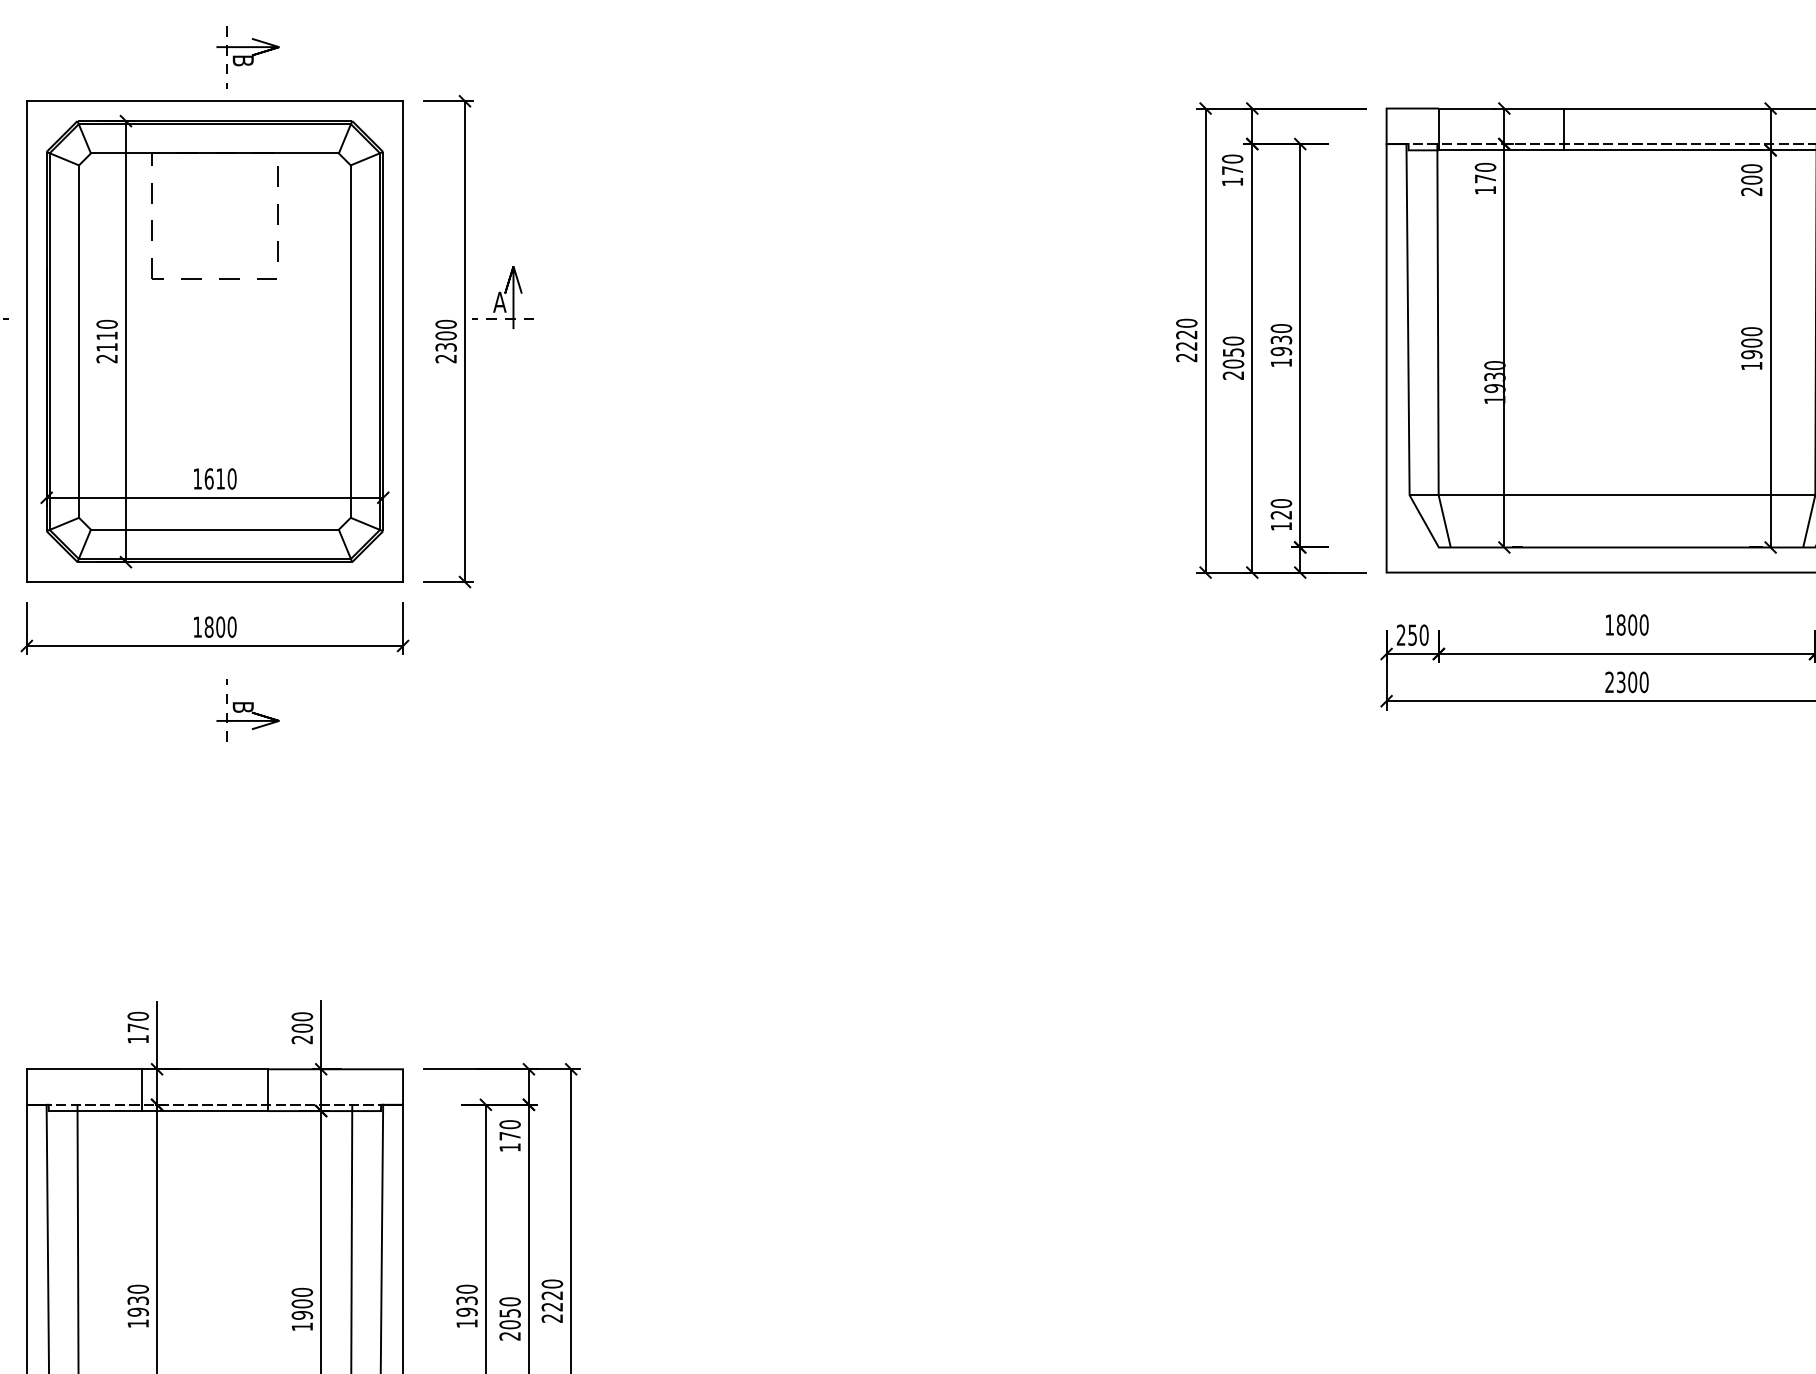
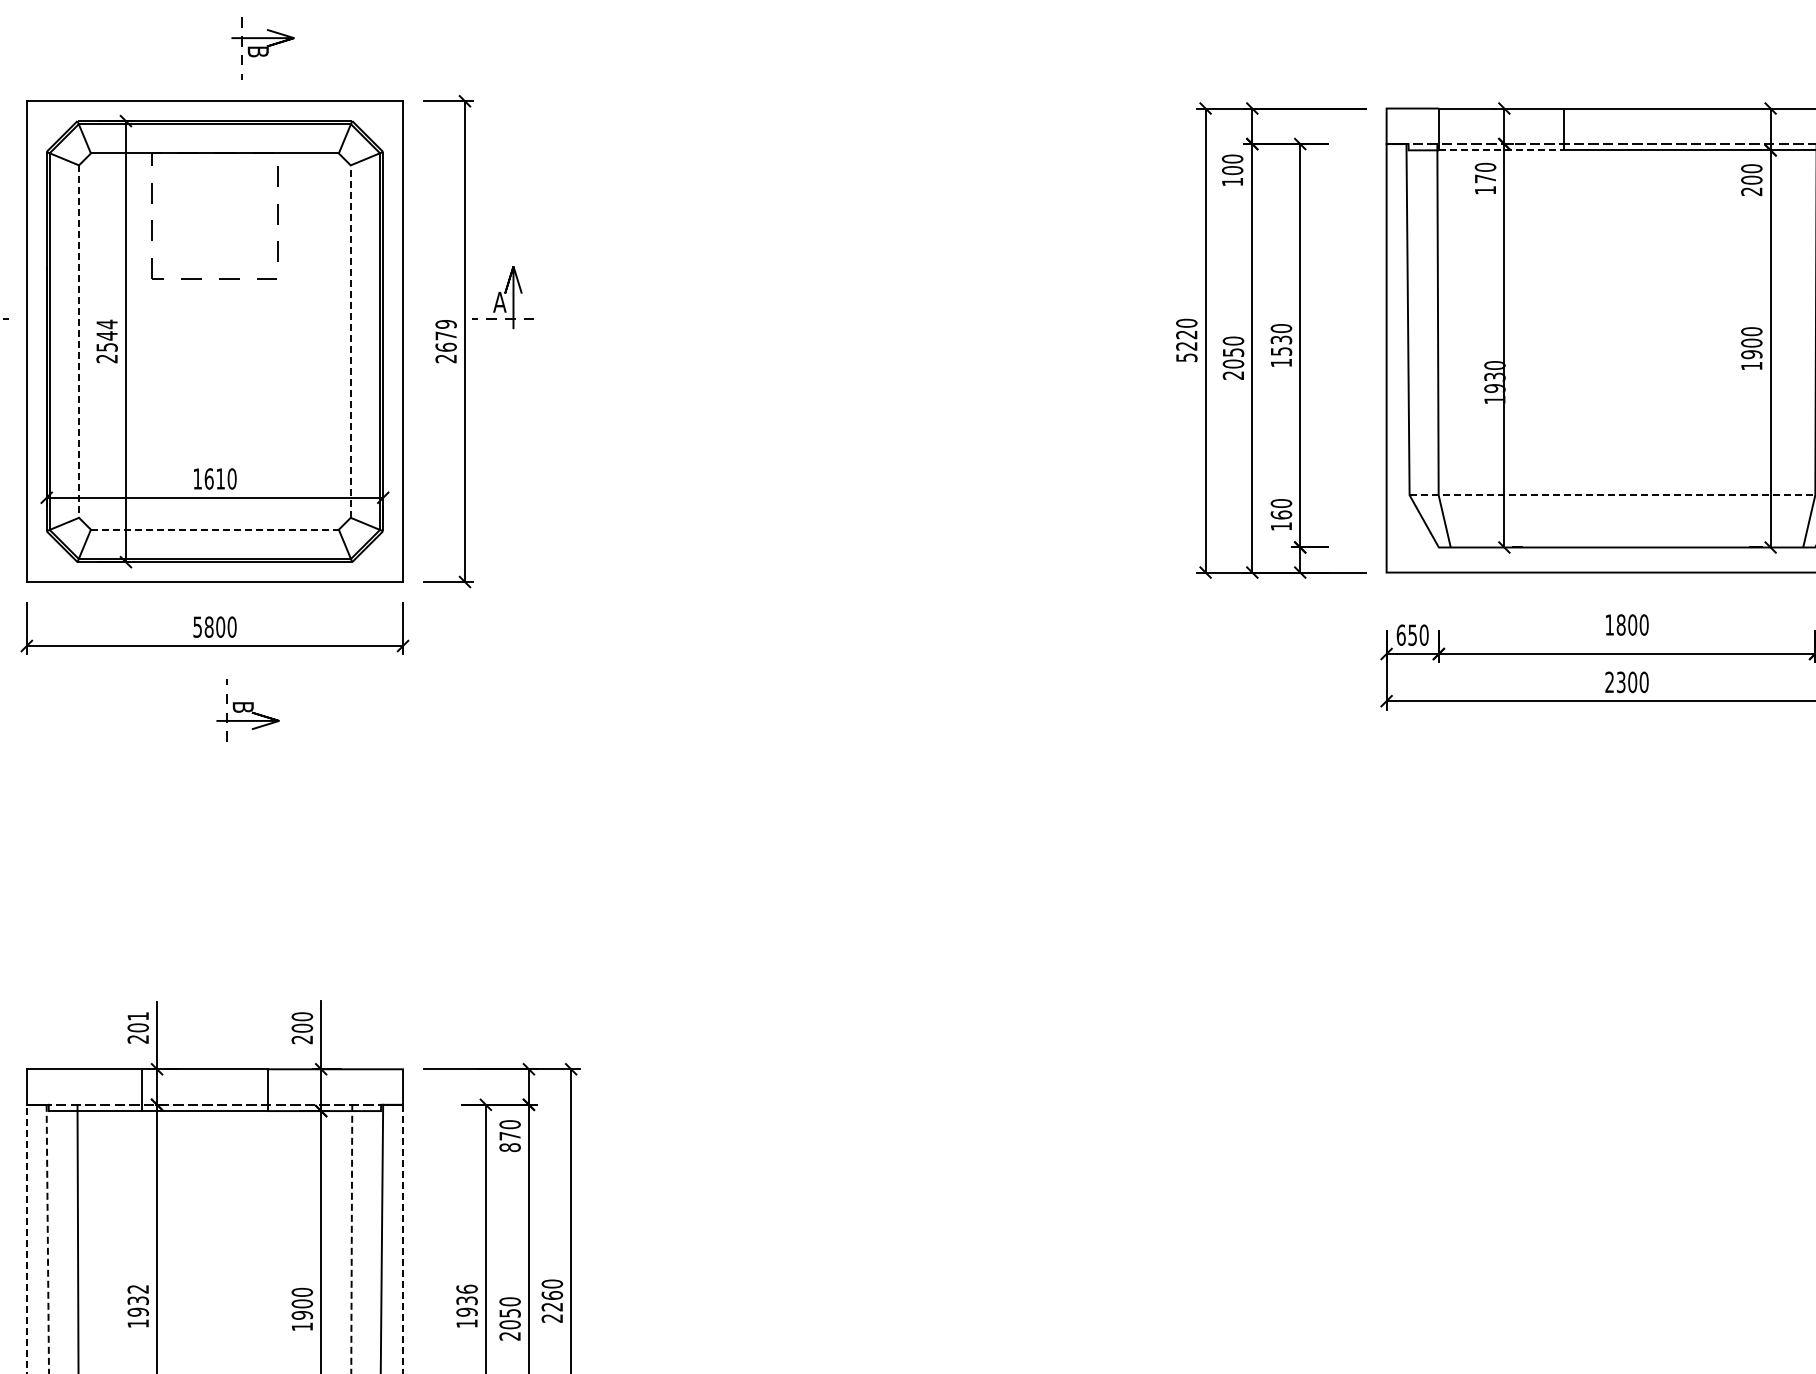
part at (247, 57) position: (247, 57) -> (262, 48)
line at (1501, 150): solid -> dashed
text at (1232, 170): 170 -> 100
text at (106, 335): 2110 -> 2544
text at (445, 335): 2300 -> 2679
line at (350, 341): solid -> dashed
line at (79, 342): solid -> dashed
text at (1280, 351): 1930 -> 1530
text at (1186, 357): 2220 -> 5220
line at (1612, 495): solid -> dashed
text at (1281, 514): 120 -> 160
line at (214, 529): solid -> dashed
text at (197, 626): 1800 -> 5800
text at (1400, 634): 250 -> 650
text at (137, 1027): 170 -> 201
text at (509, 1147): 170 -> 870
line at (26, 1238): solid -> dashed
line at (47, 1239): solid -> dashed
line at (351, 1239): solid -> dashed
line at (403, 1239): solid -> dashed
text at (137, 1288): 1930 -> 1932
text at (466, 1288): 1930 -> 1936
text at (552, 1295): 2220 -> 2260
